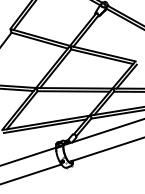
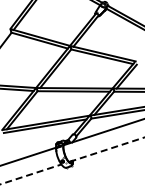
line at (107, 149): solid -> dashed
line at (31, 174): solid -> dashed
